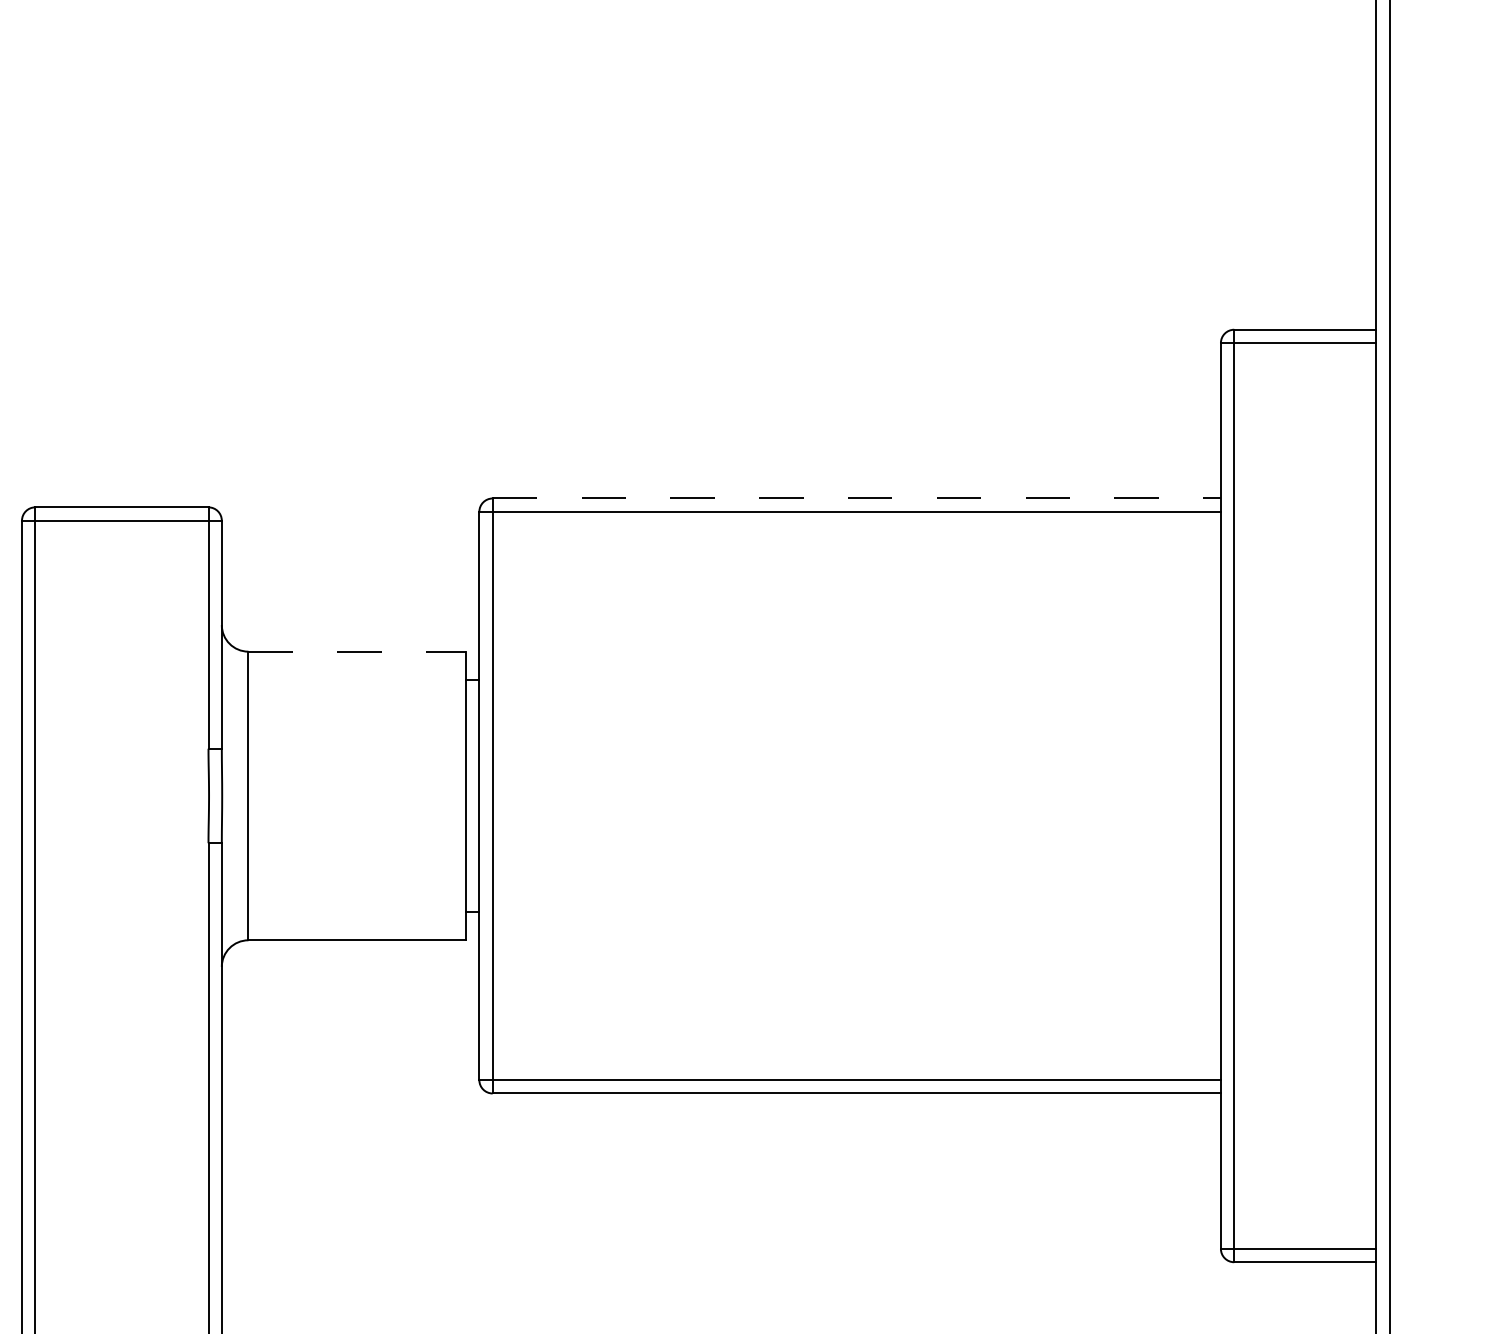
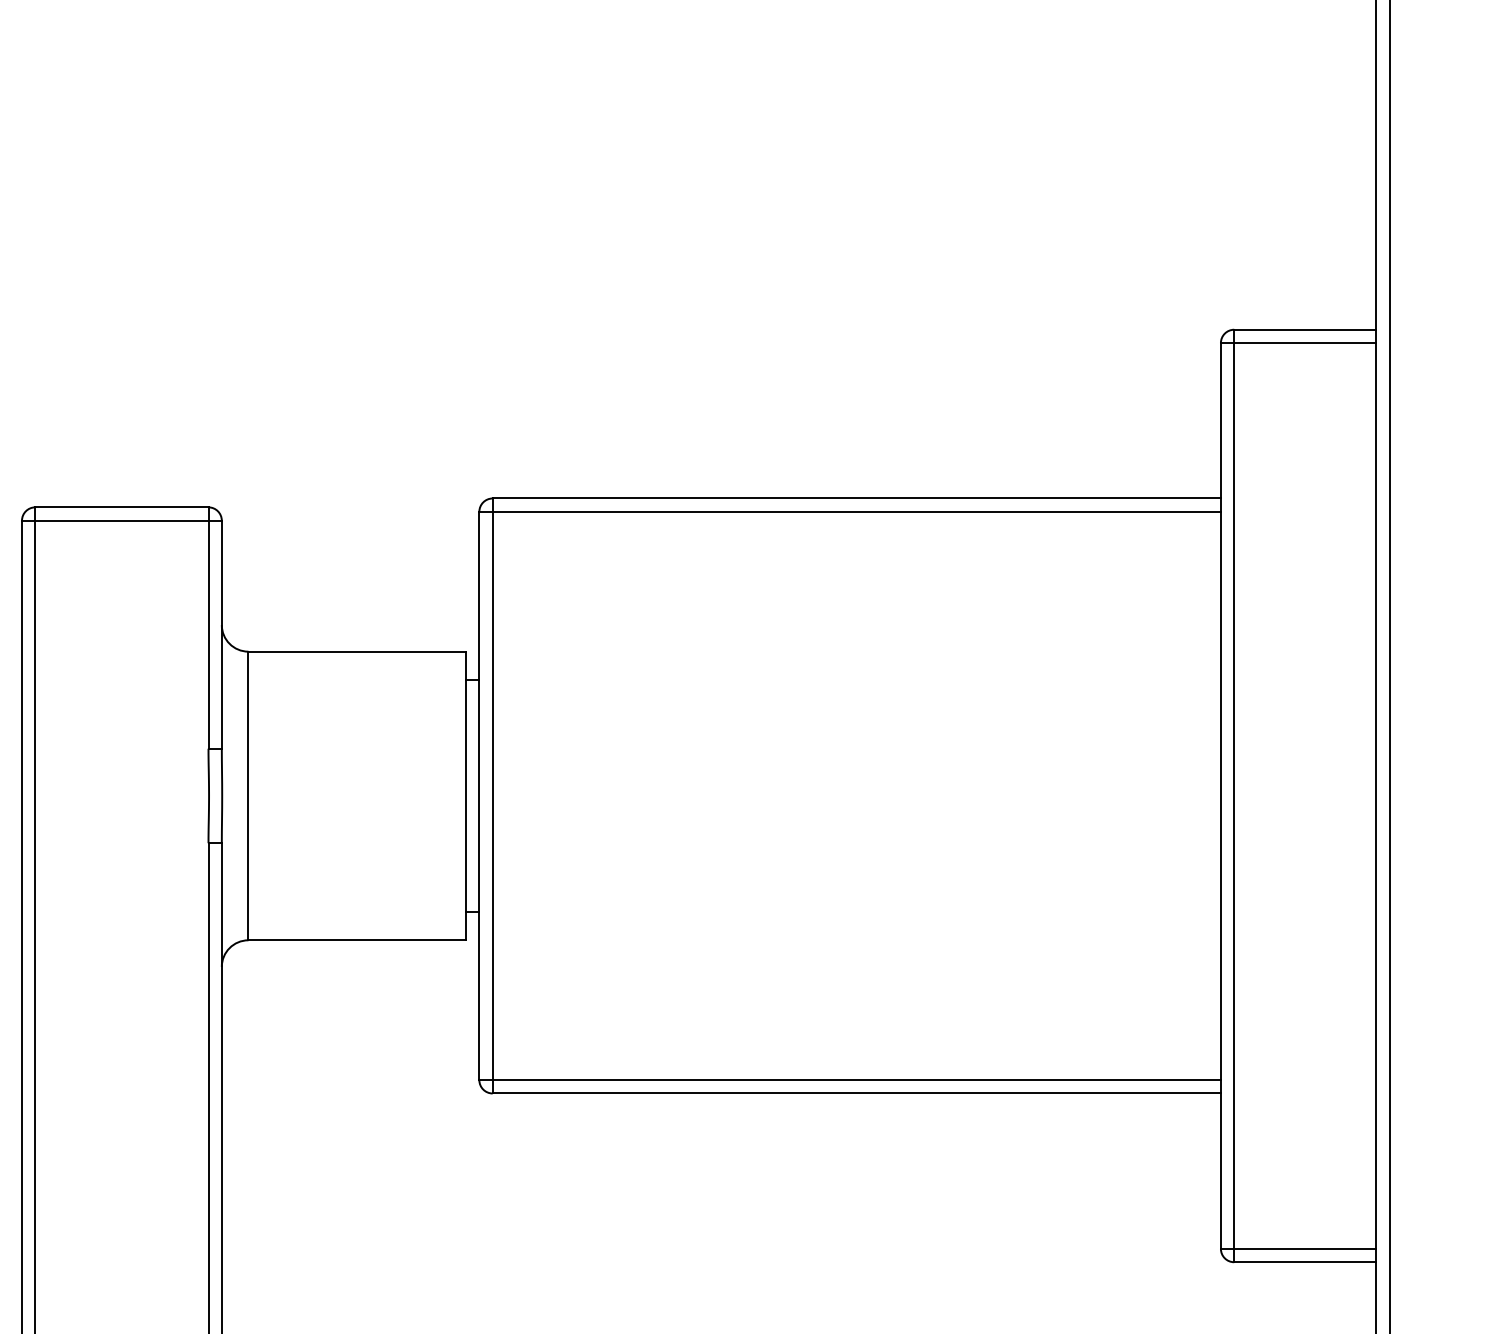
line at (857, 498): dashed -> solid
line at (357, 651): dashed -> solid
